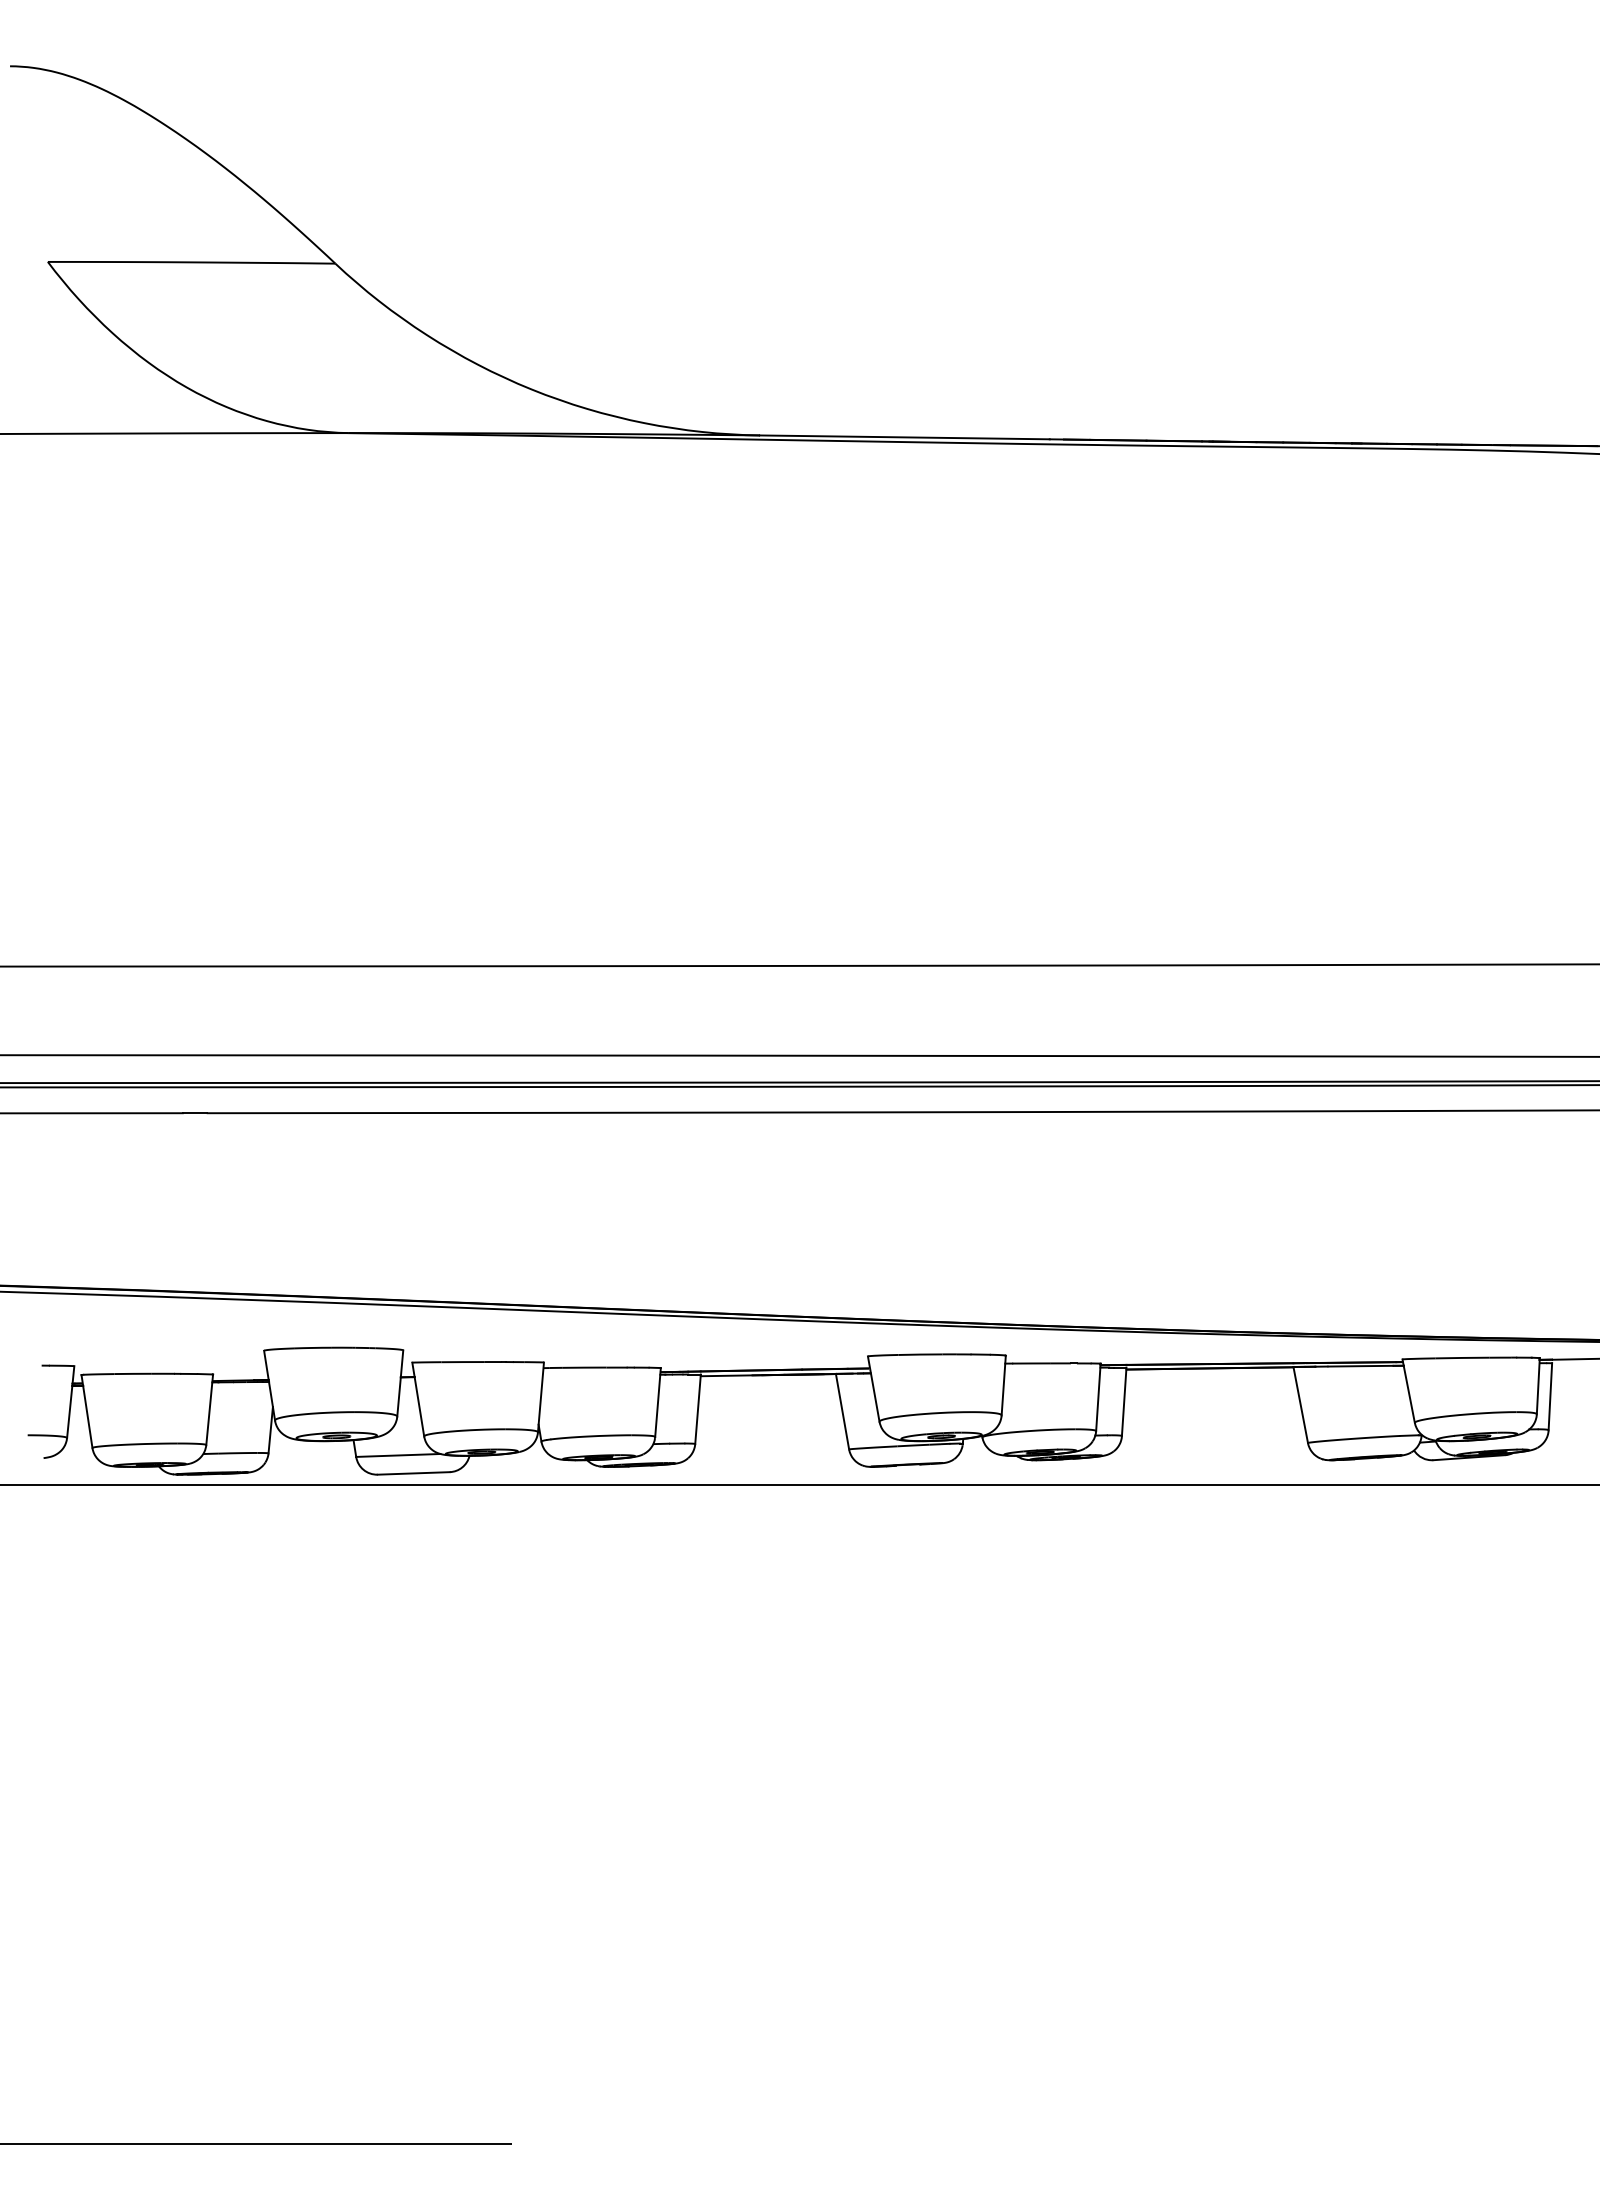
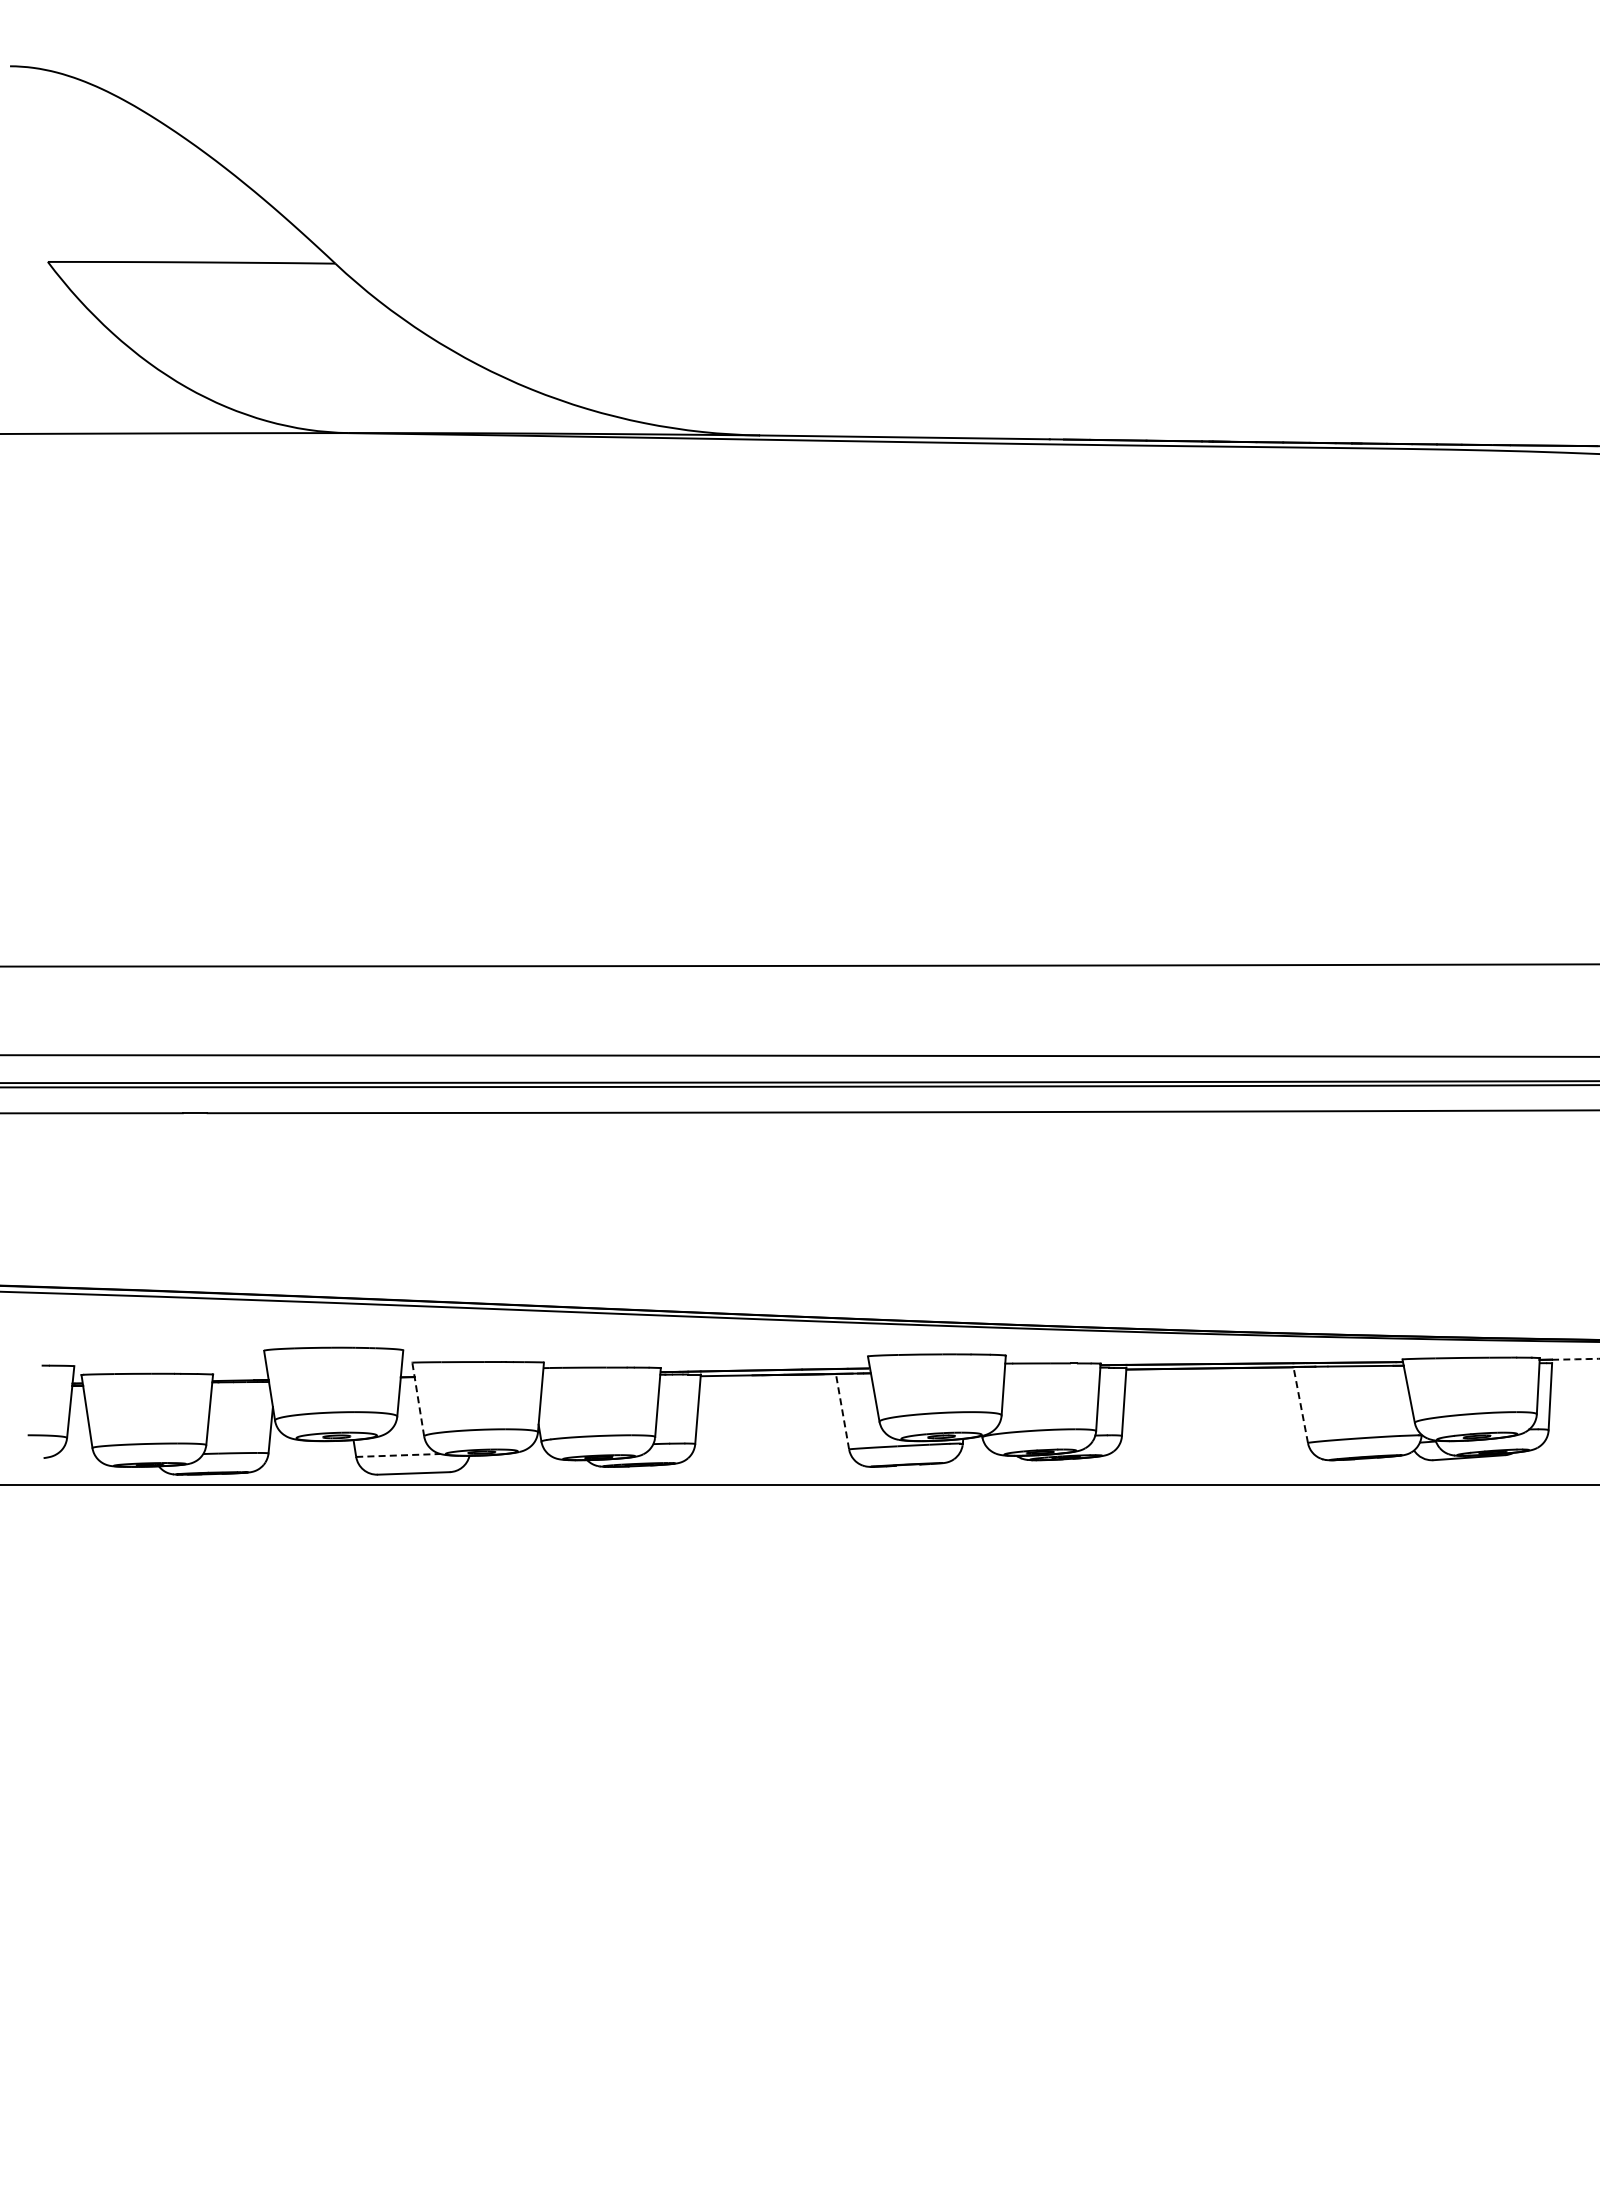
arc at (1576, 1359): solid -> dashed
line at (418, 1399): solid -> dashed
line at (1300, 1405): solid -> dashed
line at (842, 1411): solid -> dashed
line at (398, 1455): solid -> dashed
line at (256, 2143): present -> none
